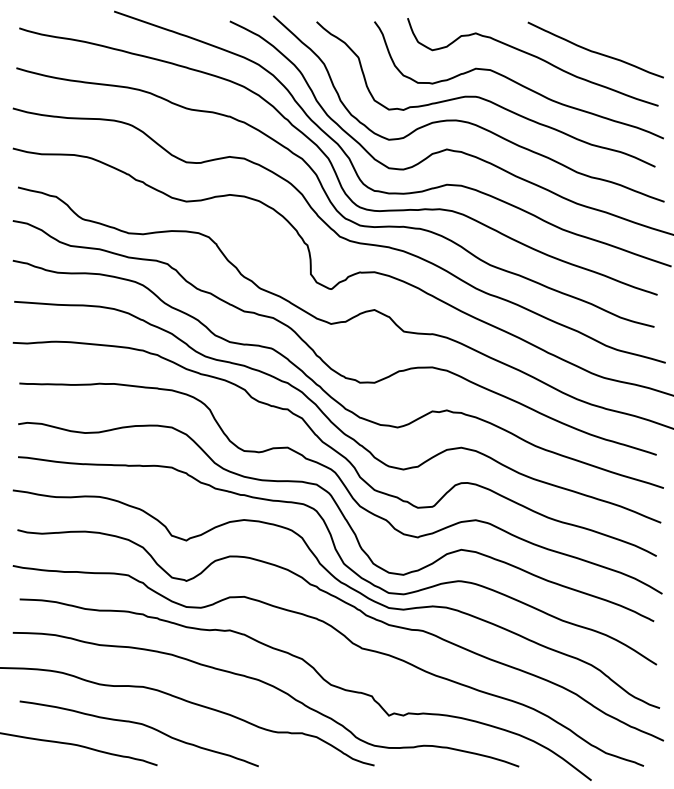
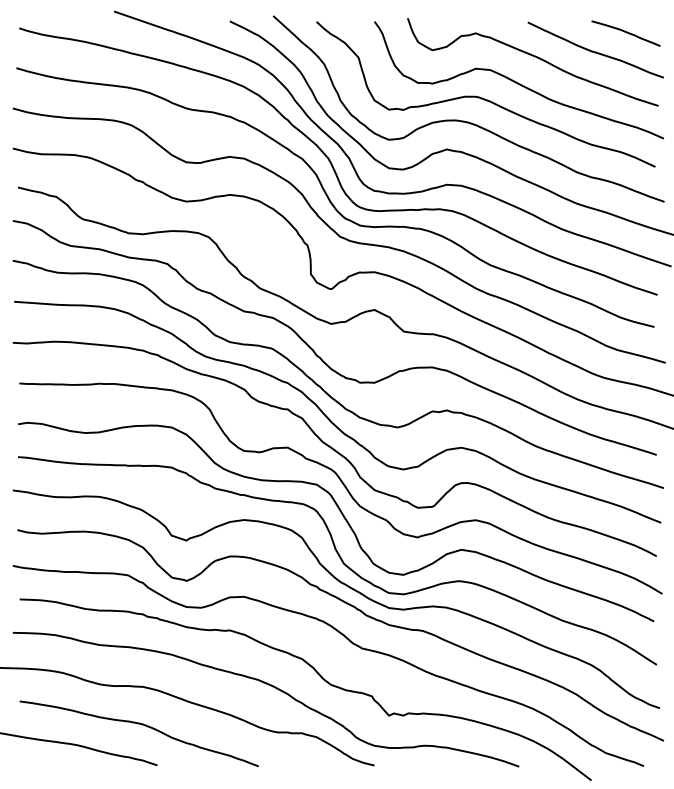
curve at (625, 32): none -> present
